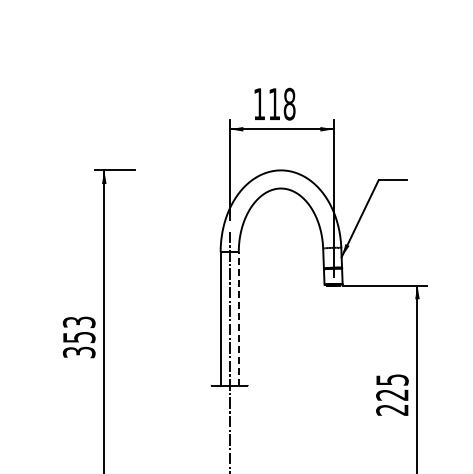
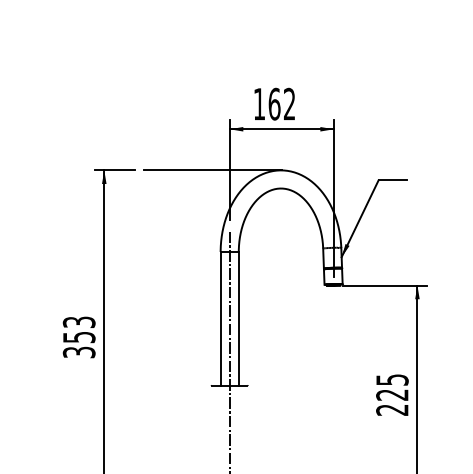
text at (281, 103): 118 -> 162
line at (212, 170): none -> present
line at (238, 318): dashed -> solid
